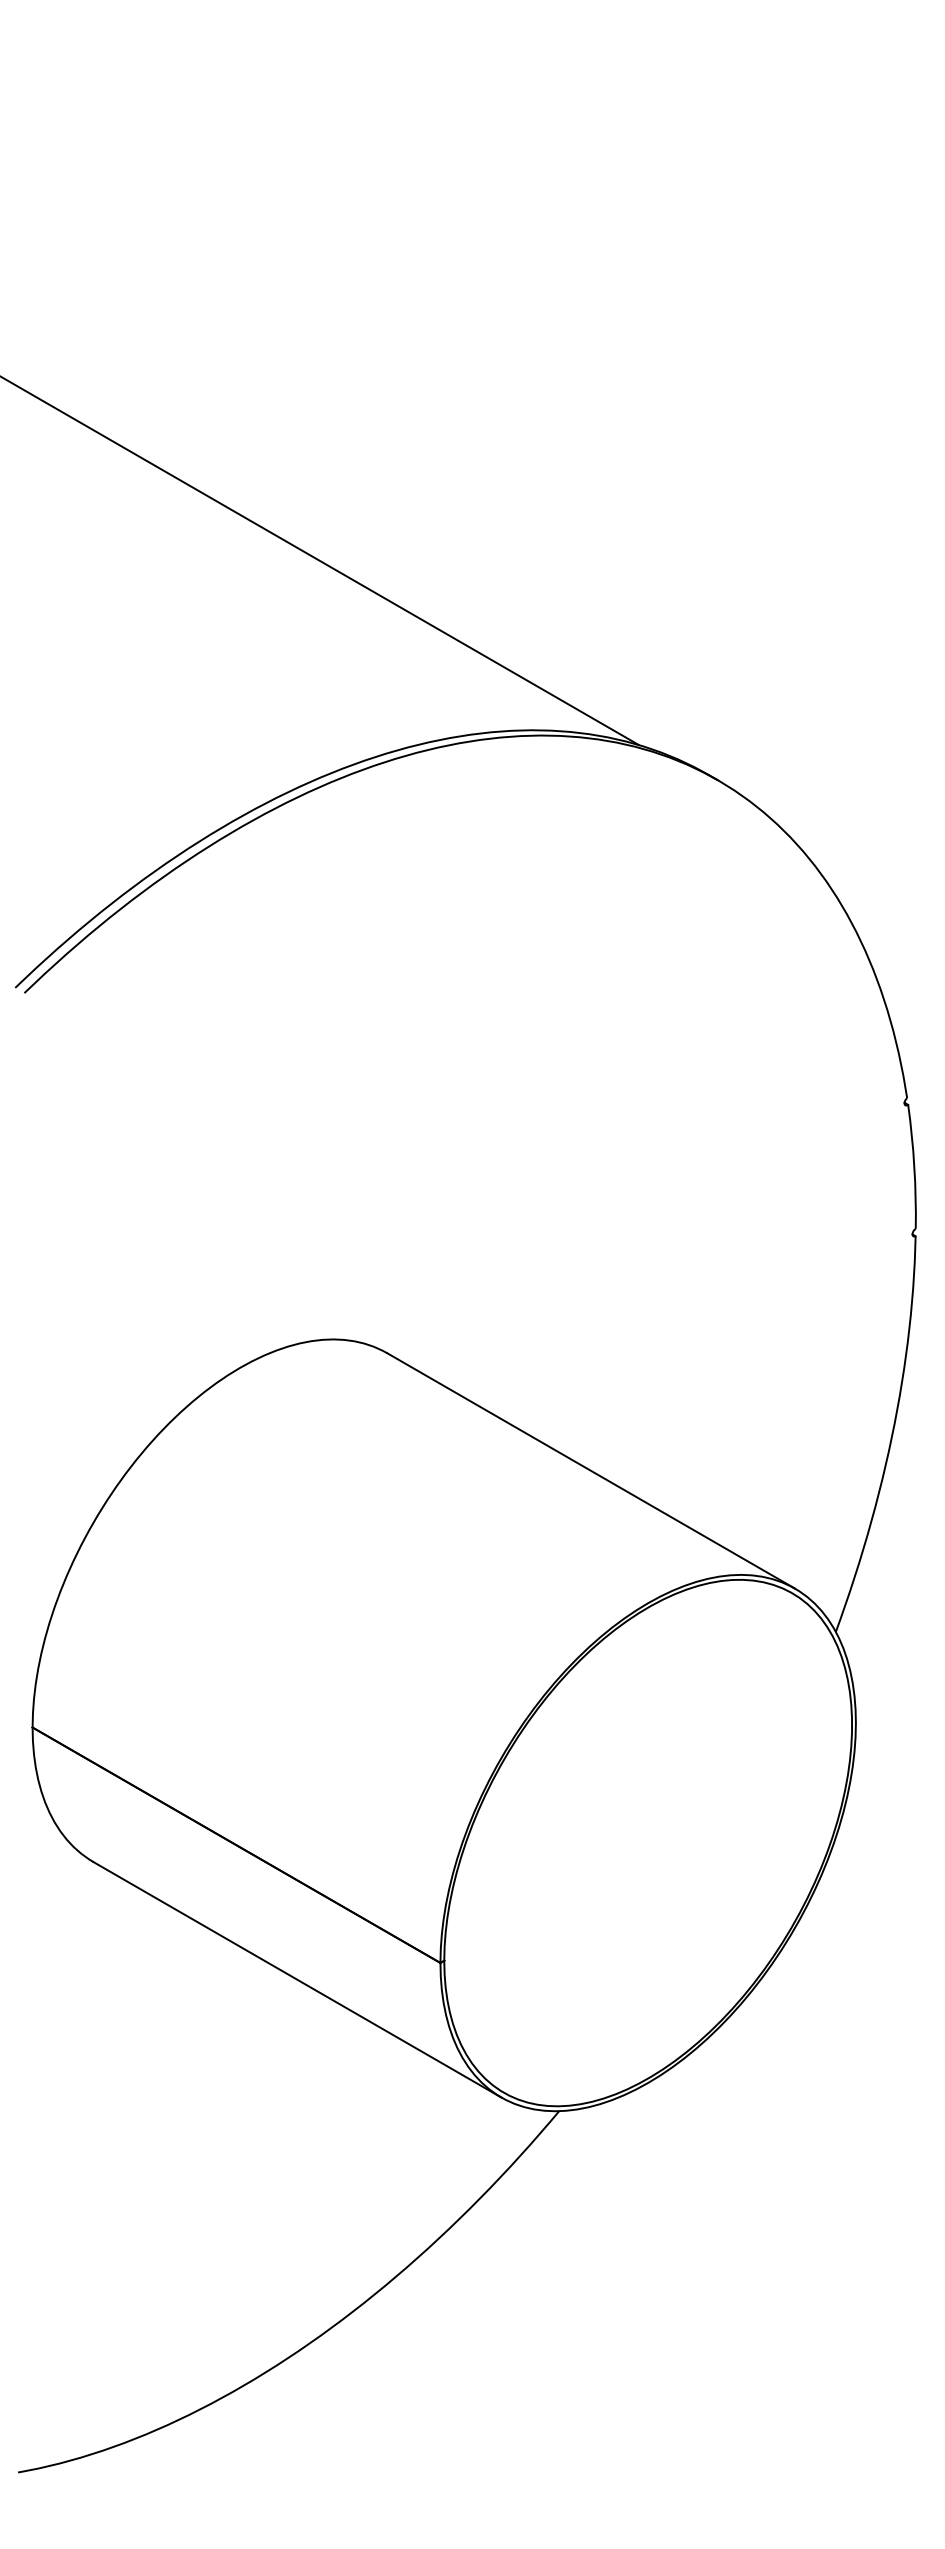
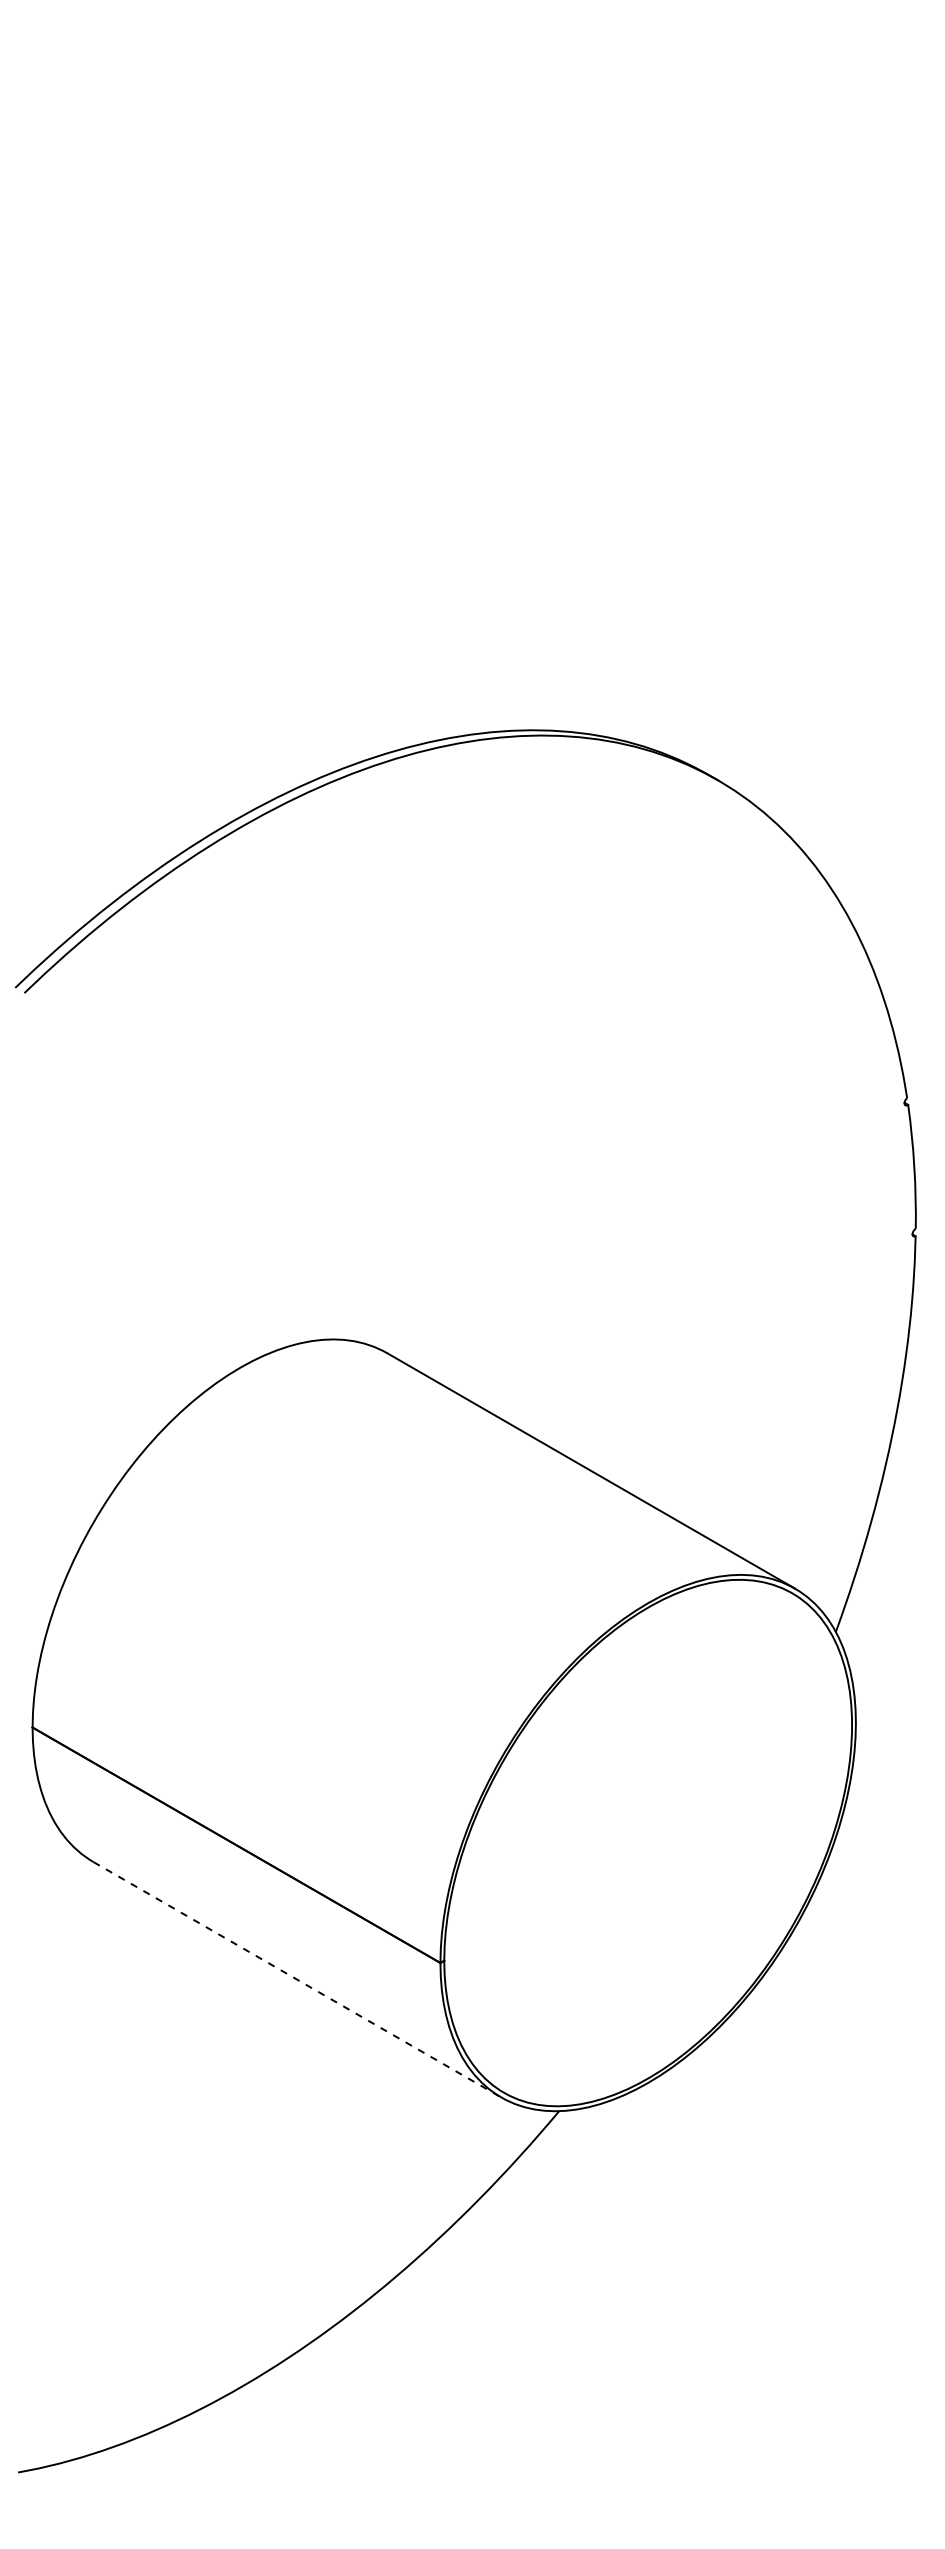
line at (320, 561): present -> none
line at (297, 1980): solid -> dashed
